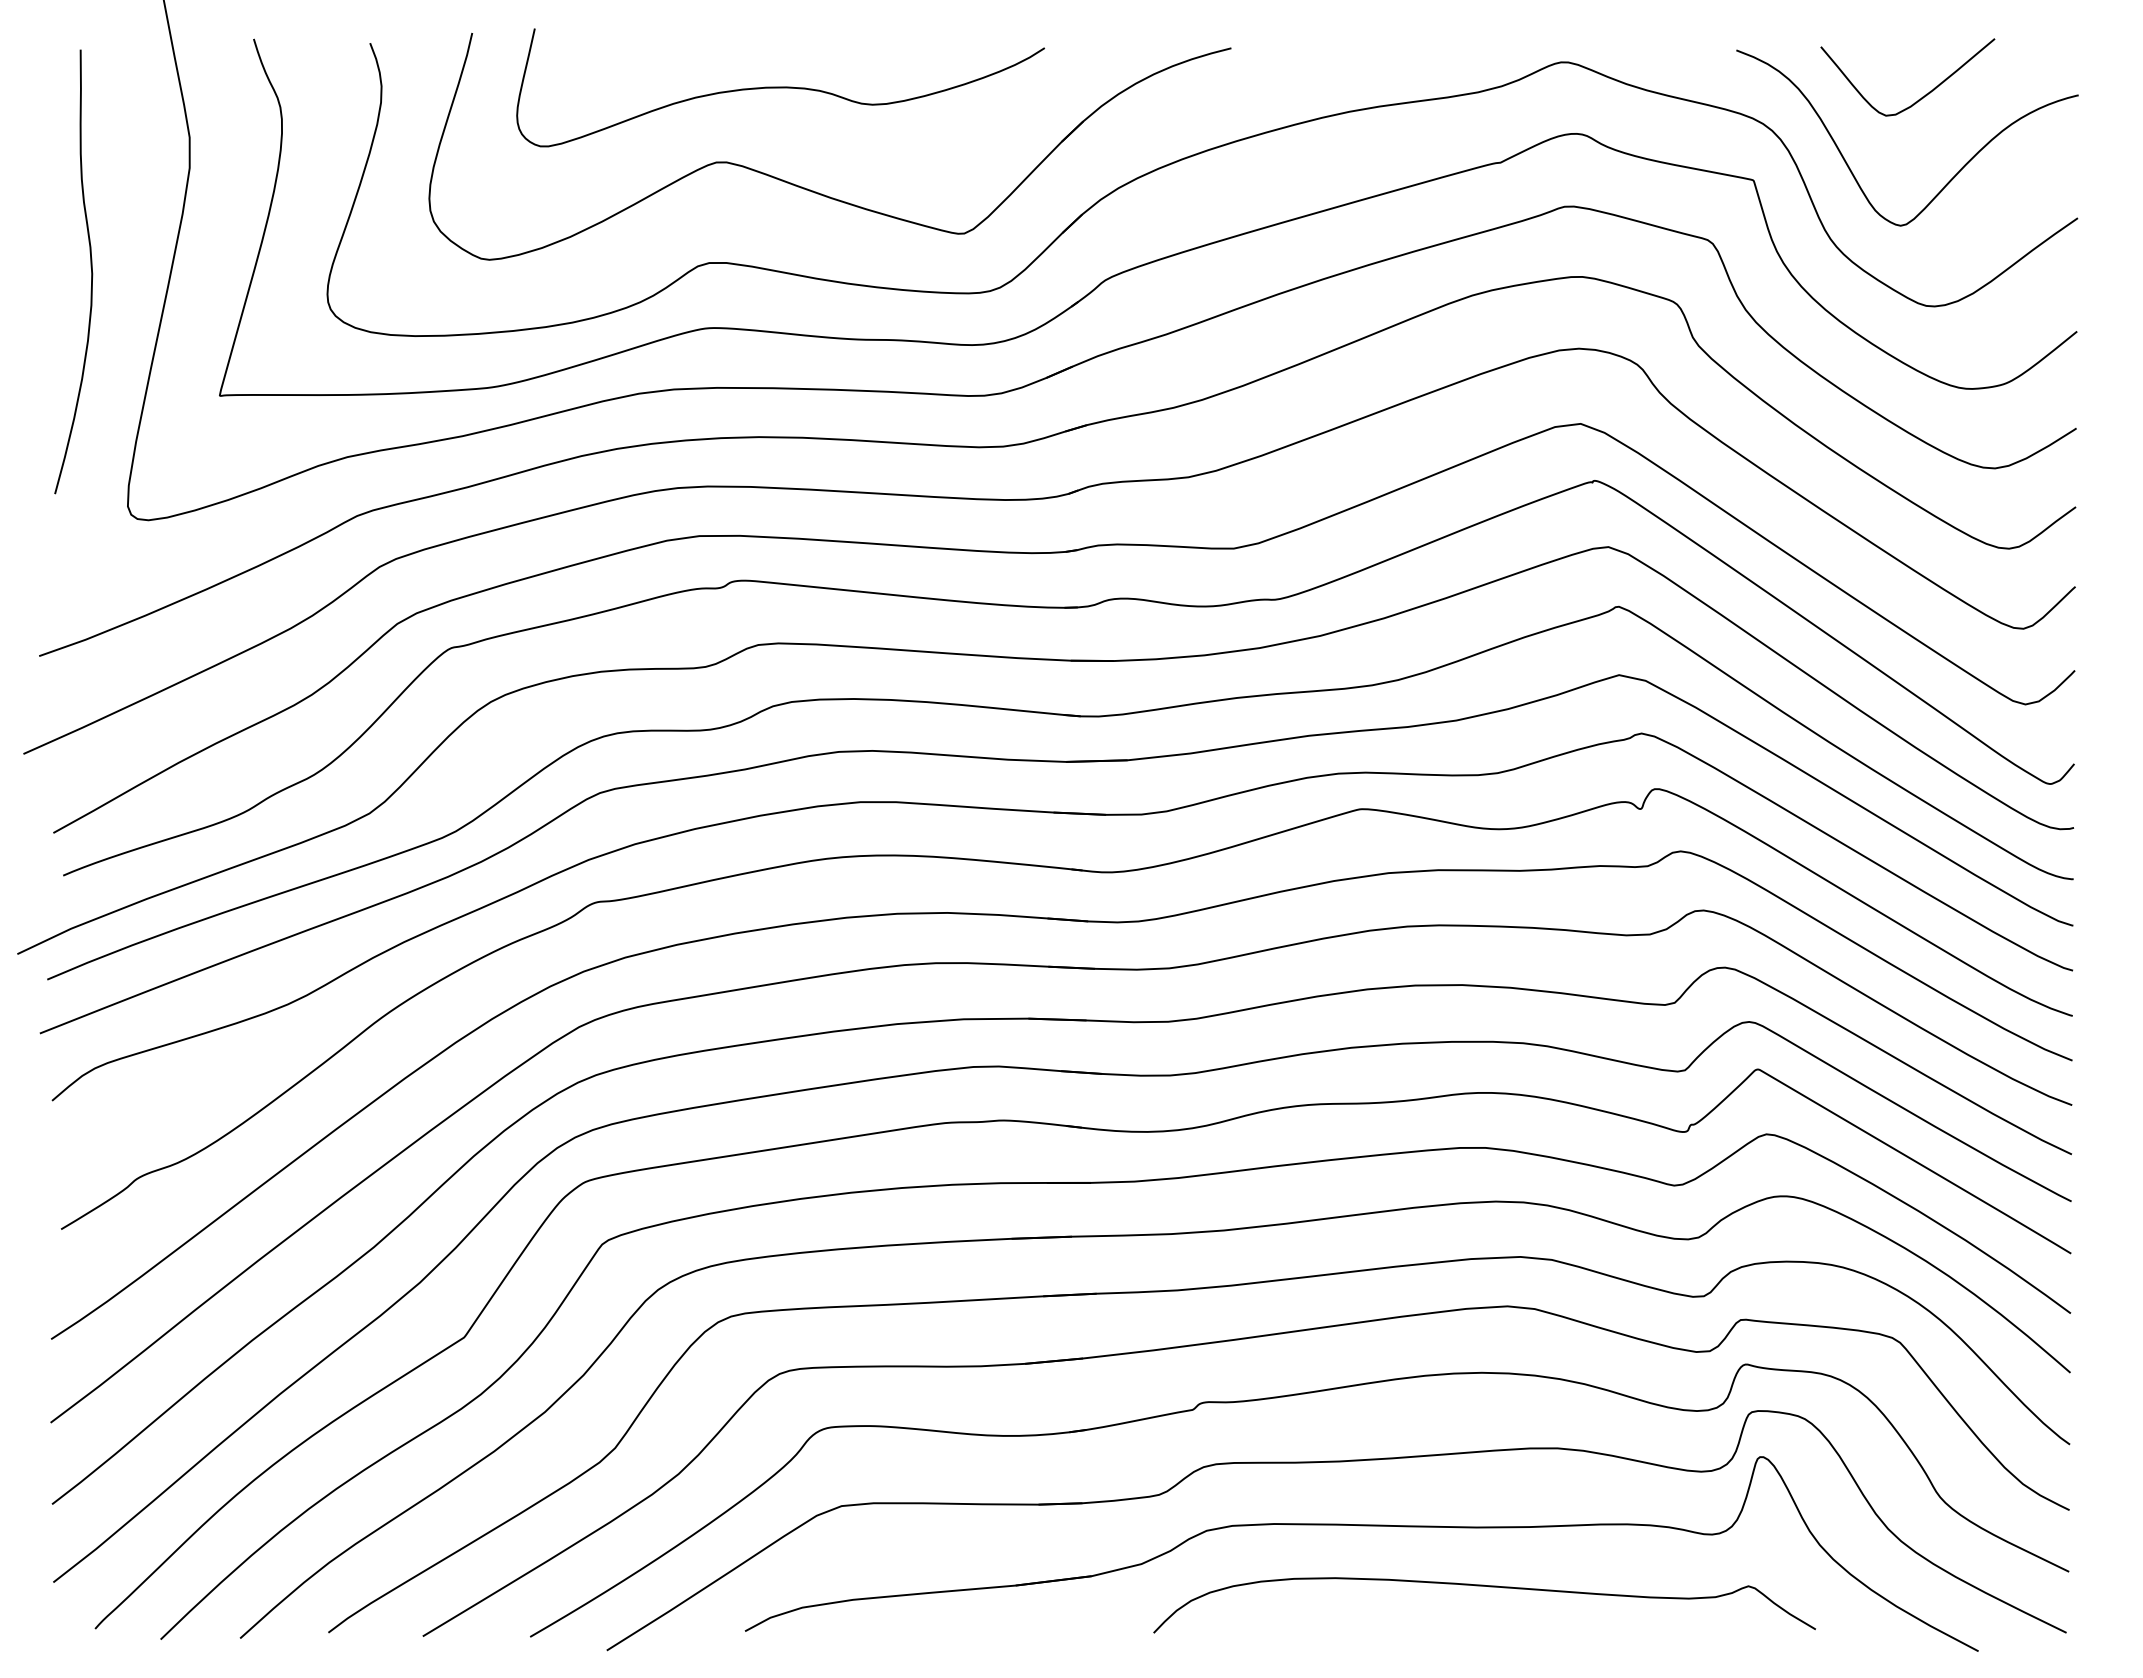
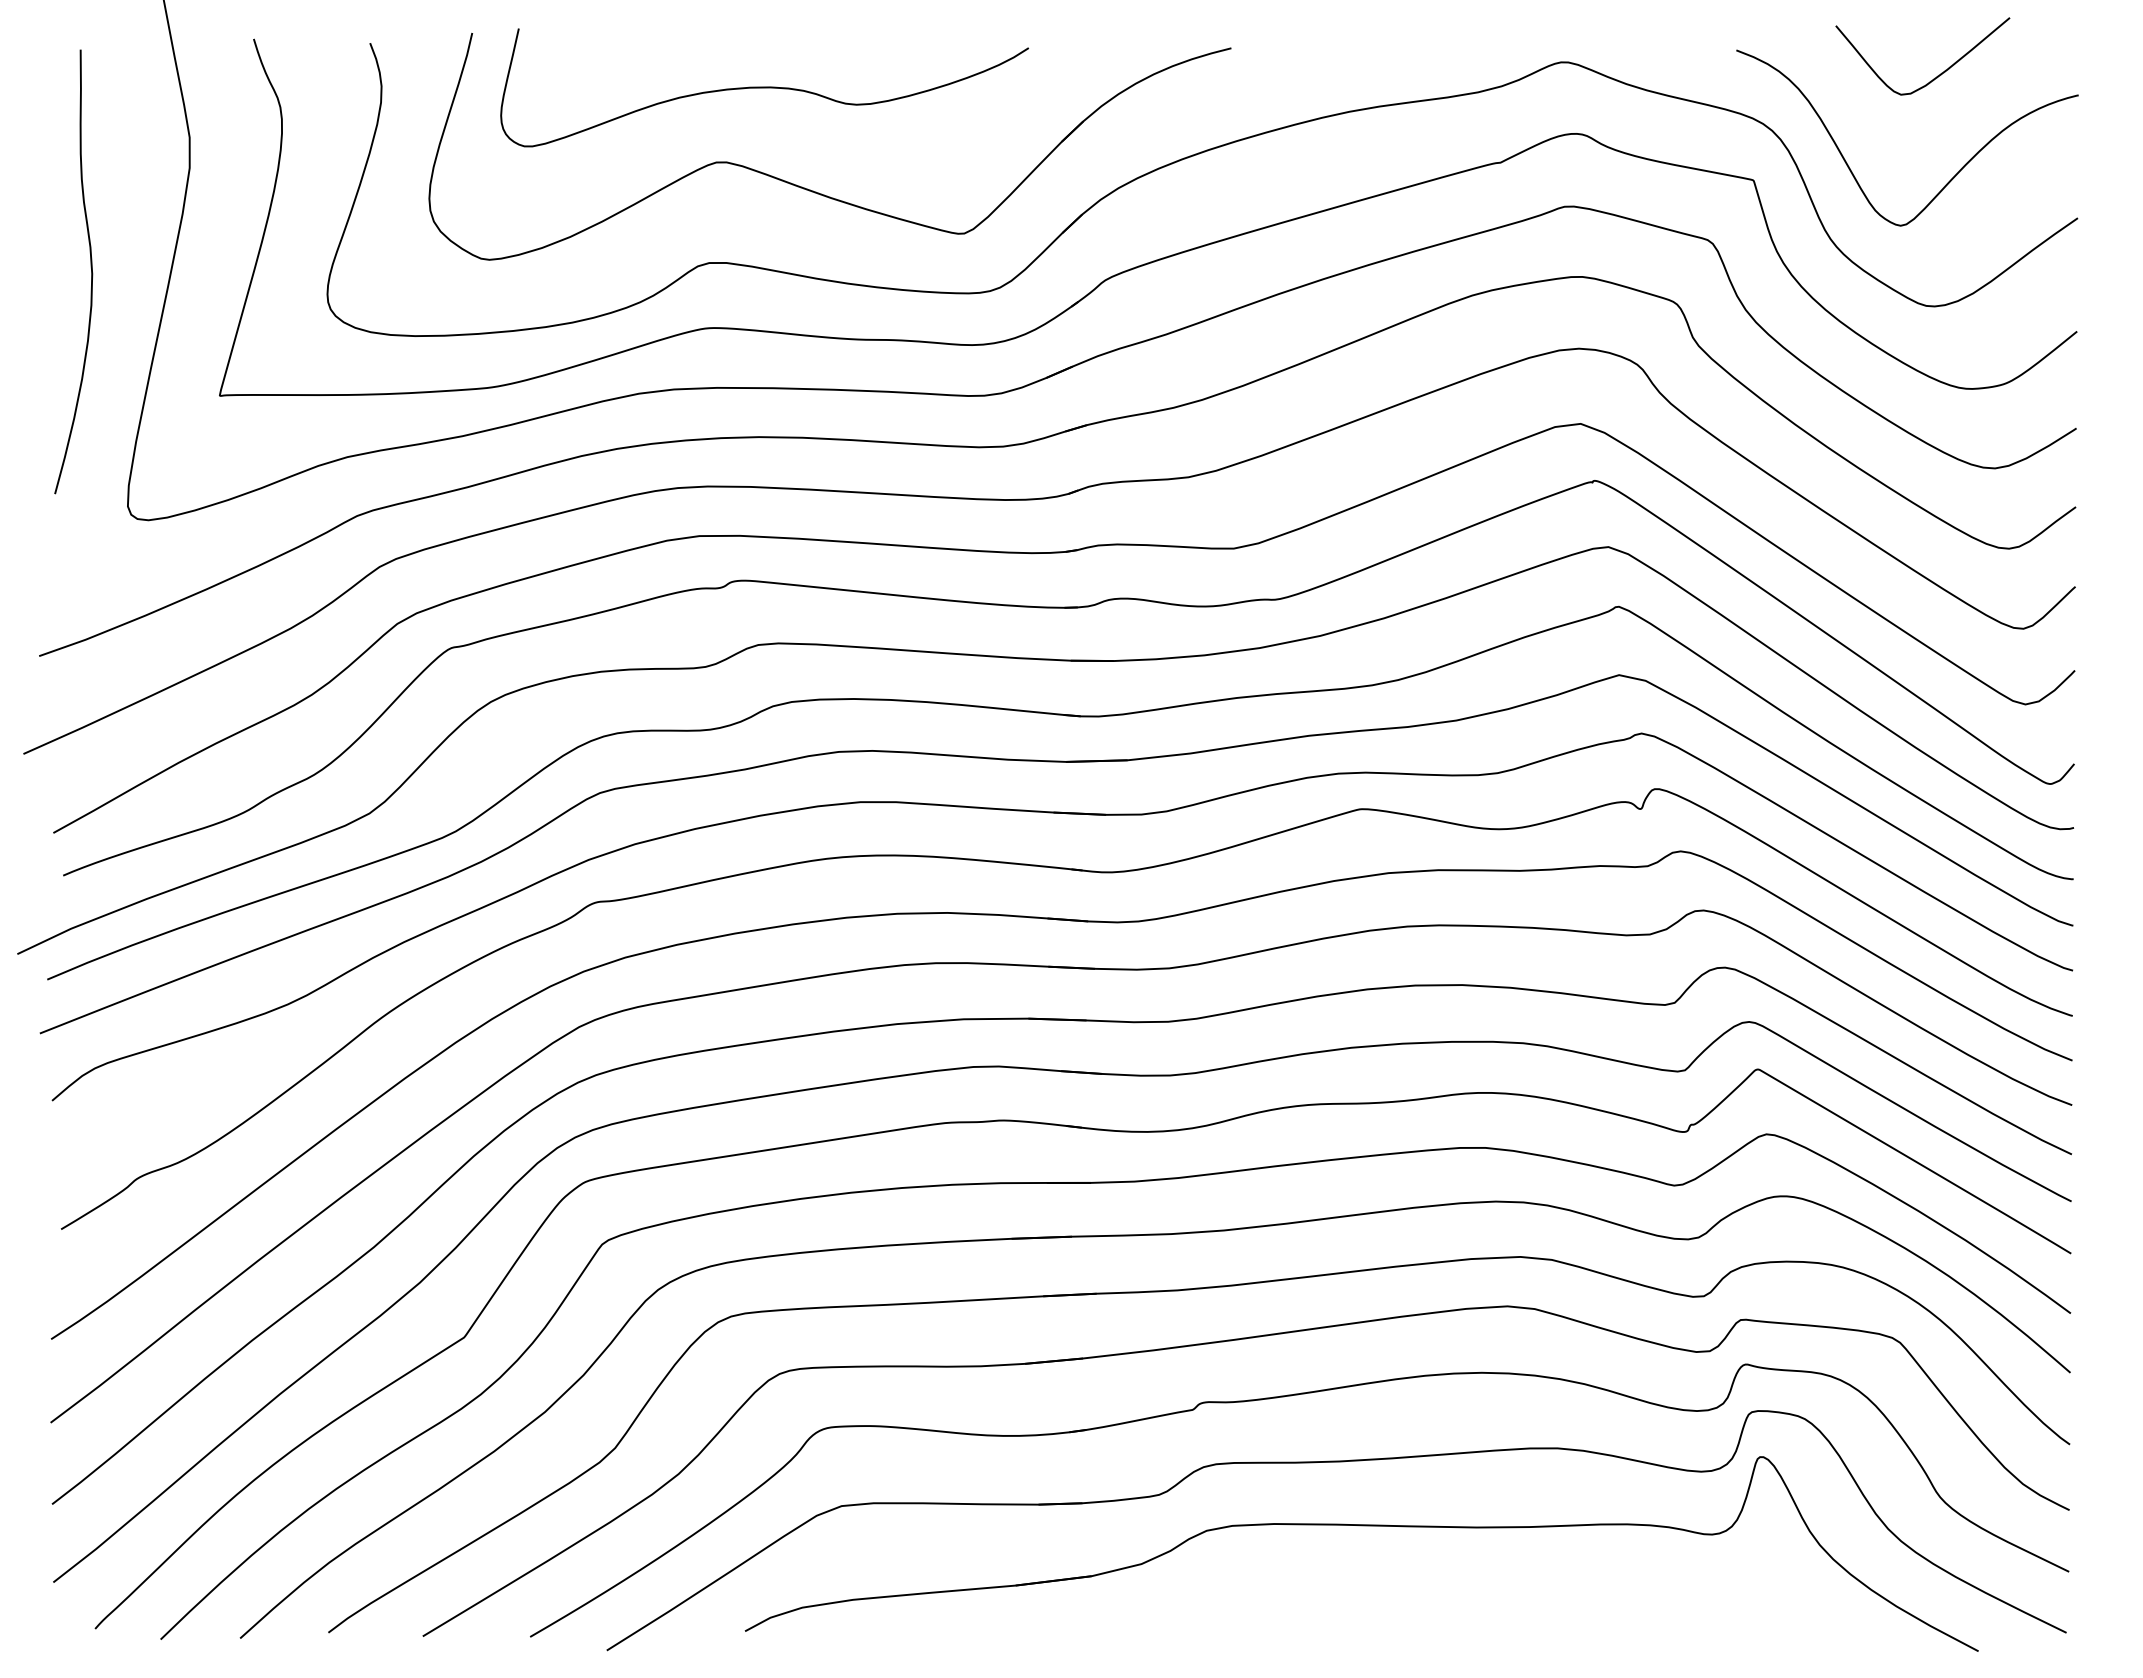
curve at (780, 87) position: (780, 87) -> (764, 87)
curve at (1922, 96) position: (1922, 96) -> (1937, 75)
curve at (1489, 1587): present -> none
